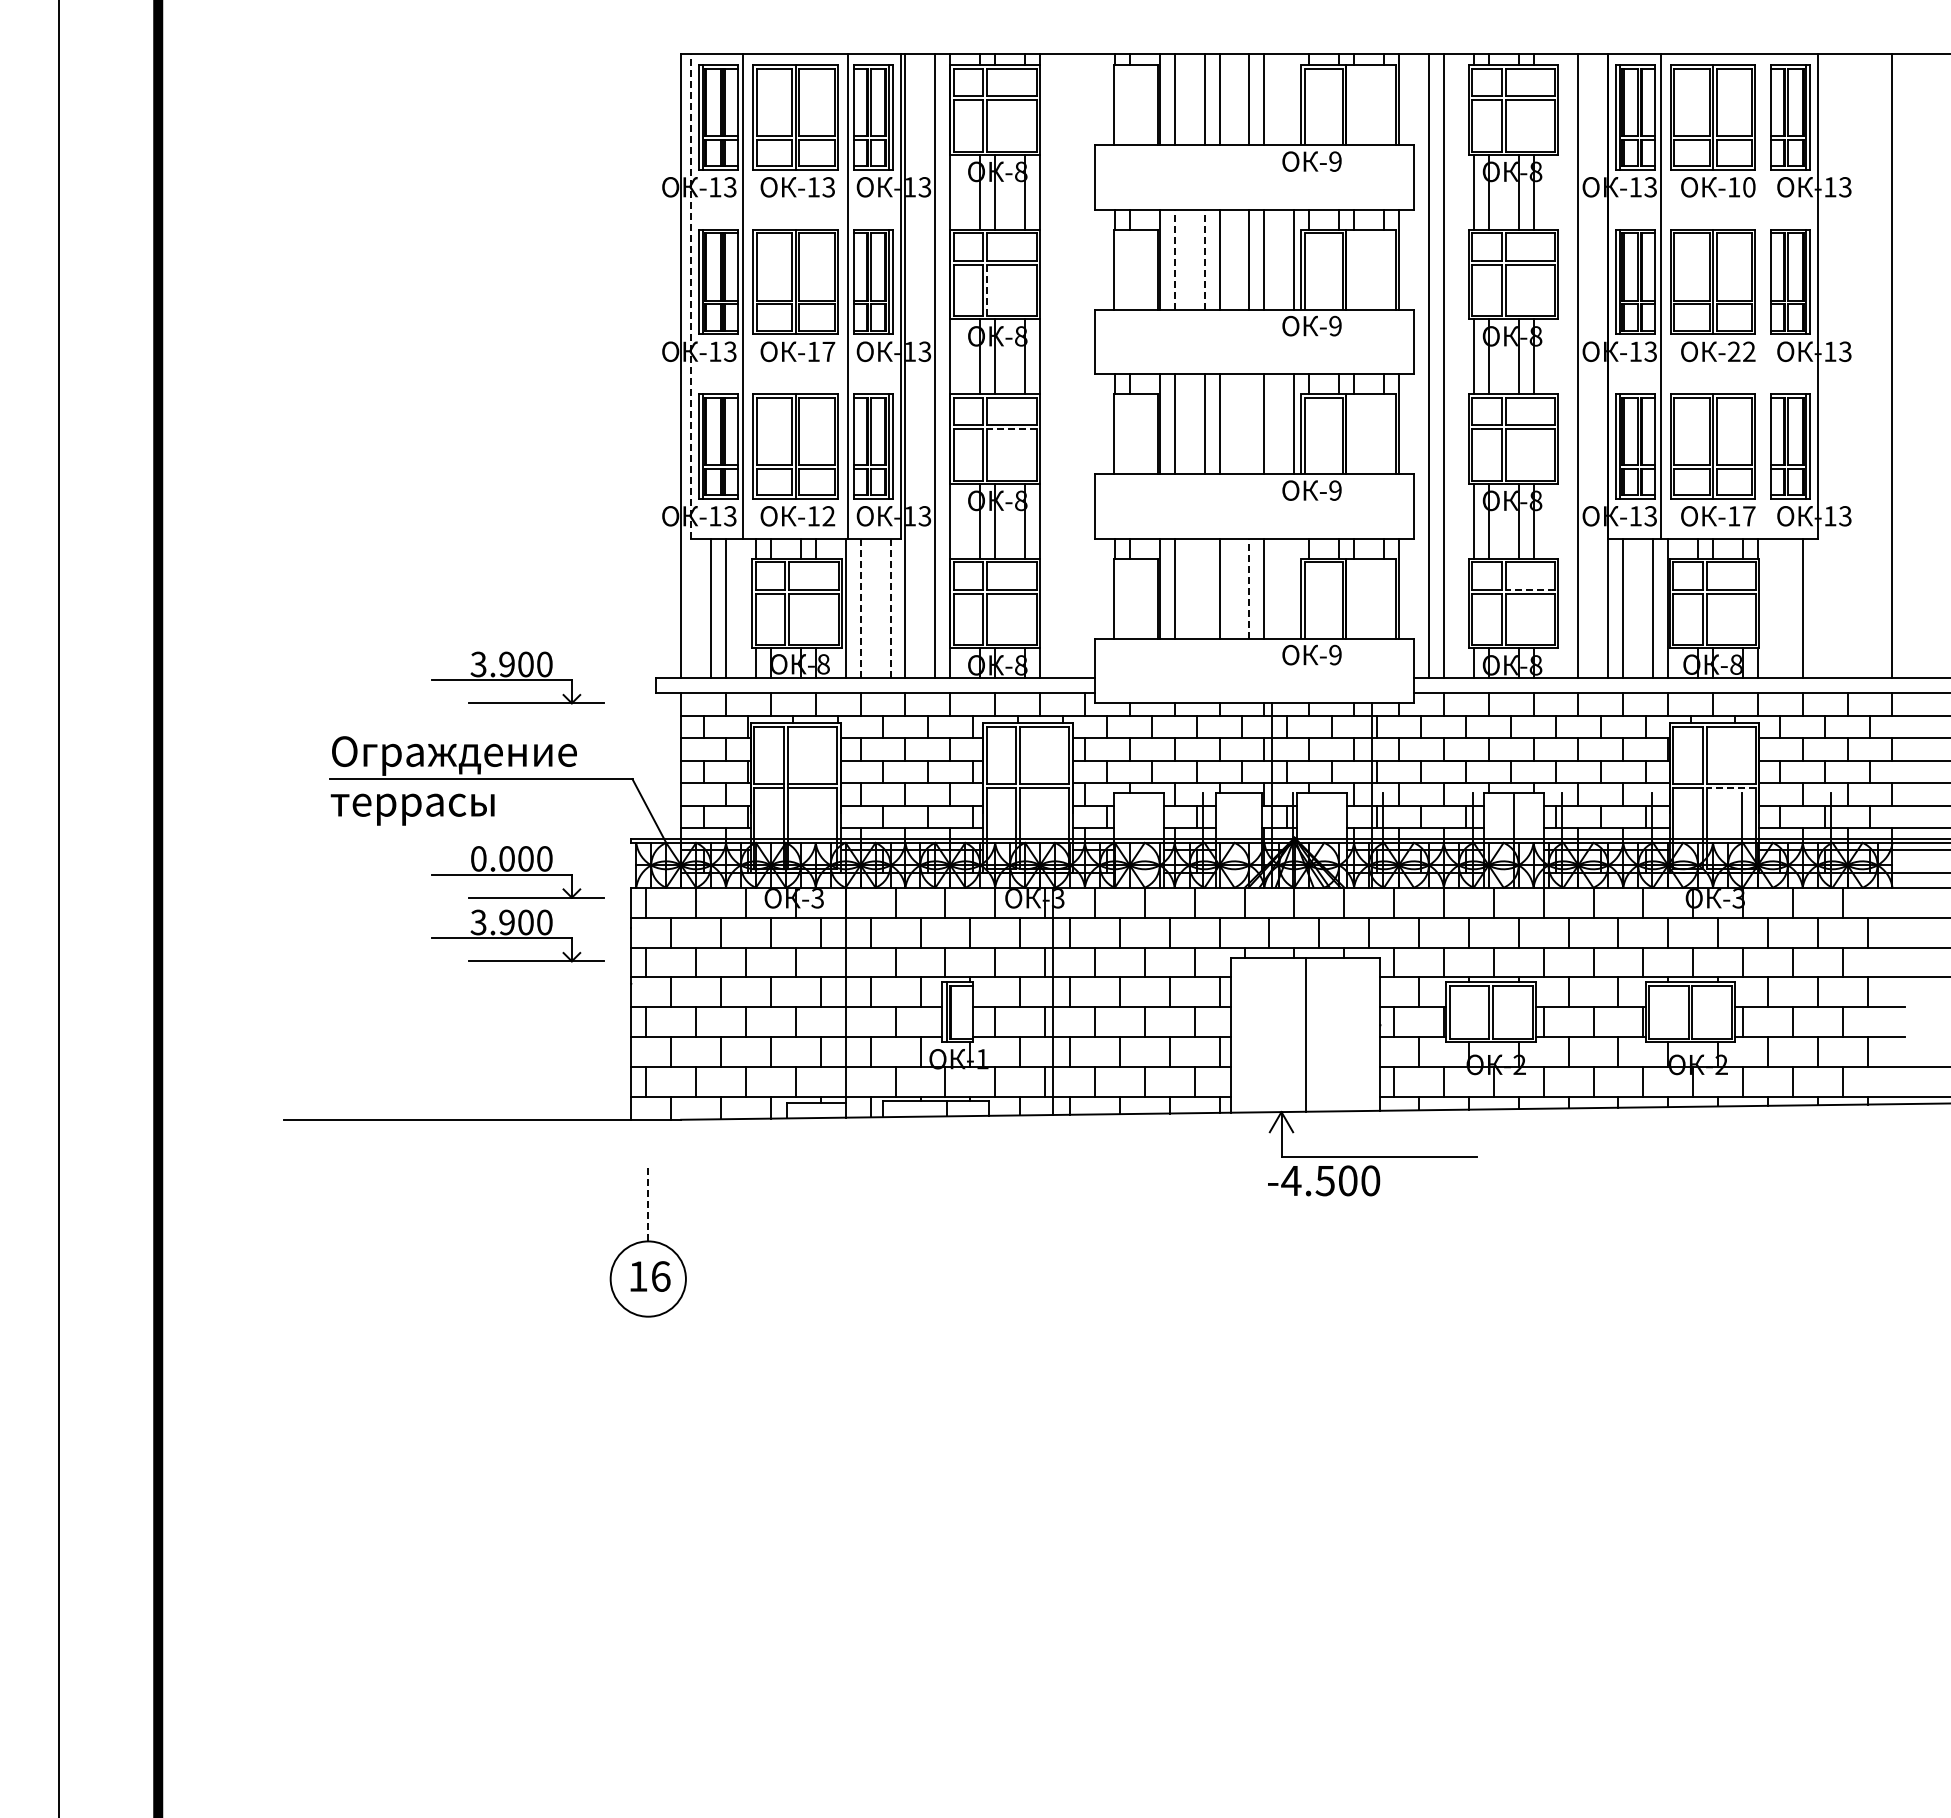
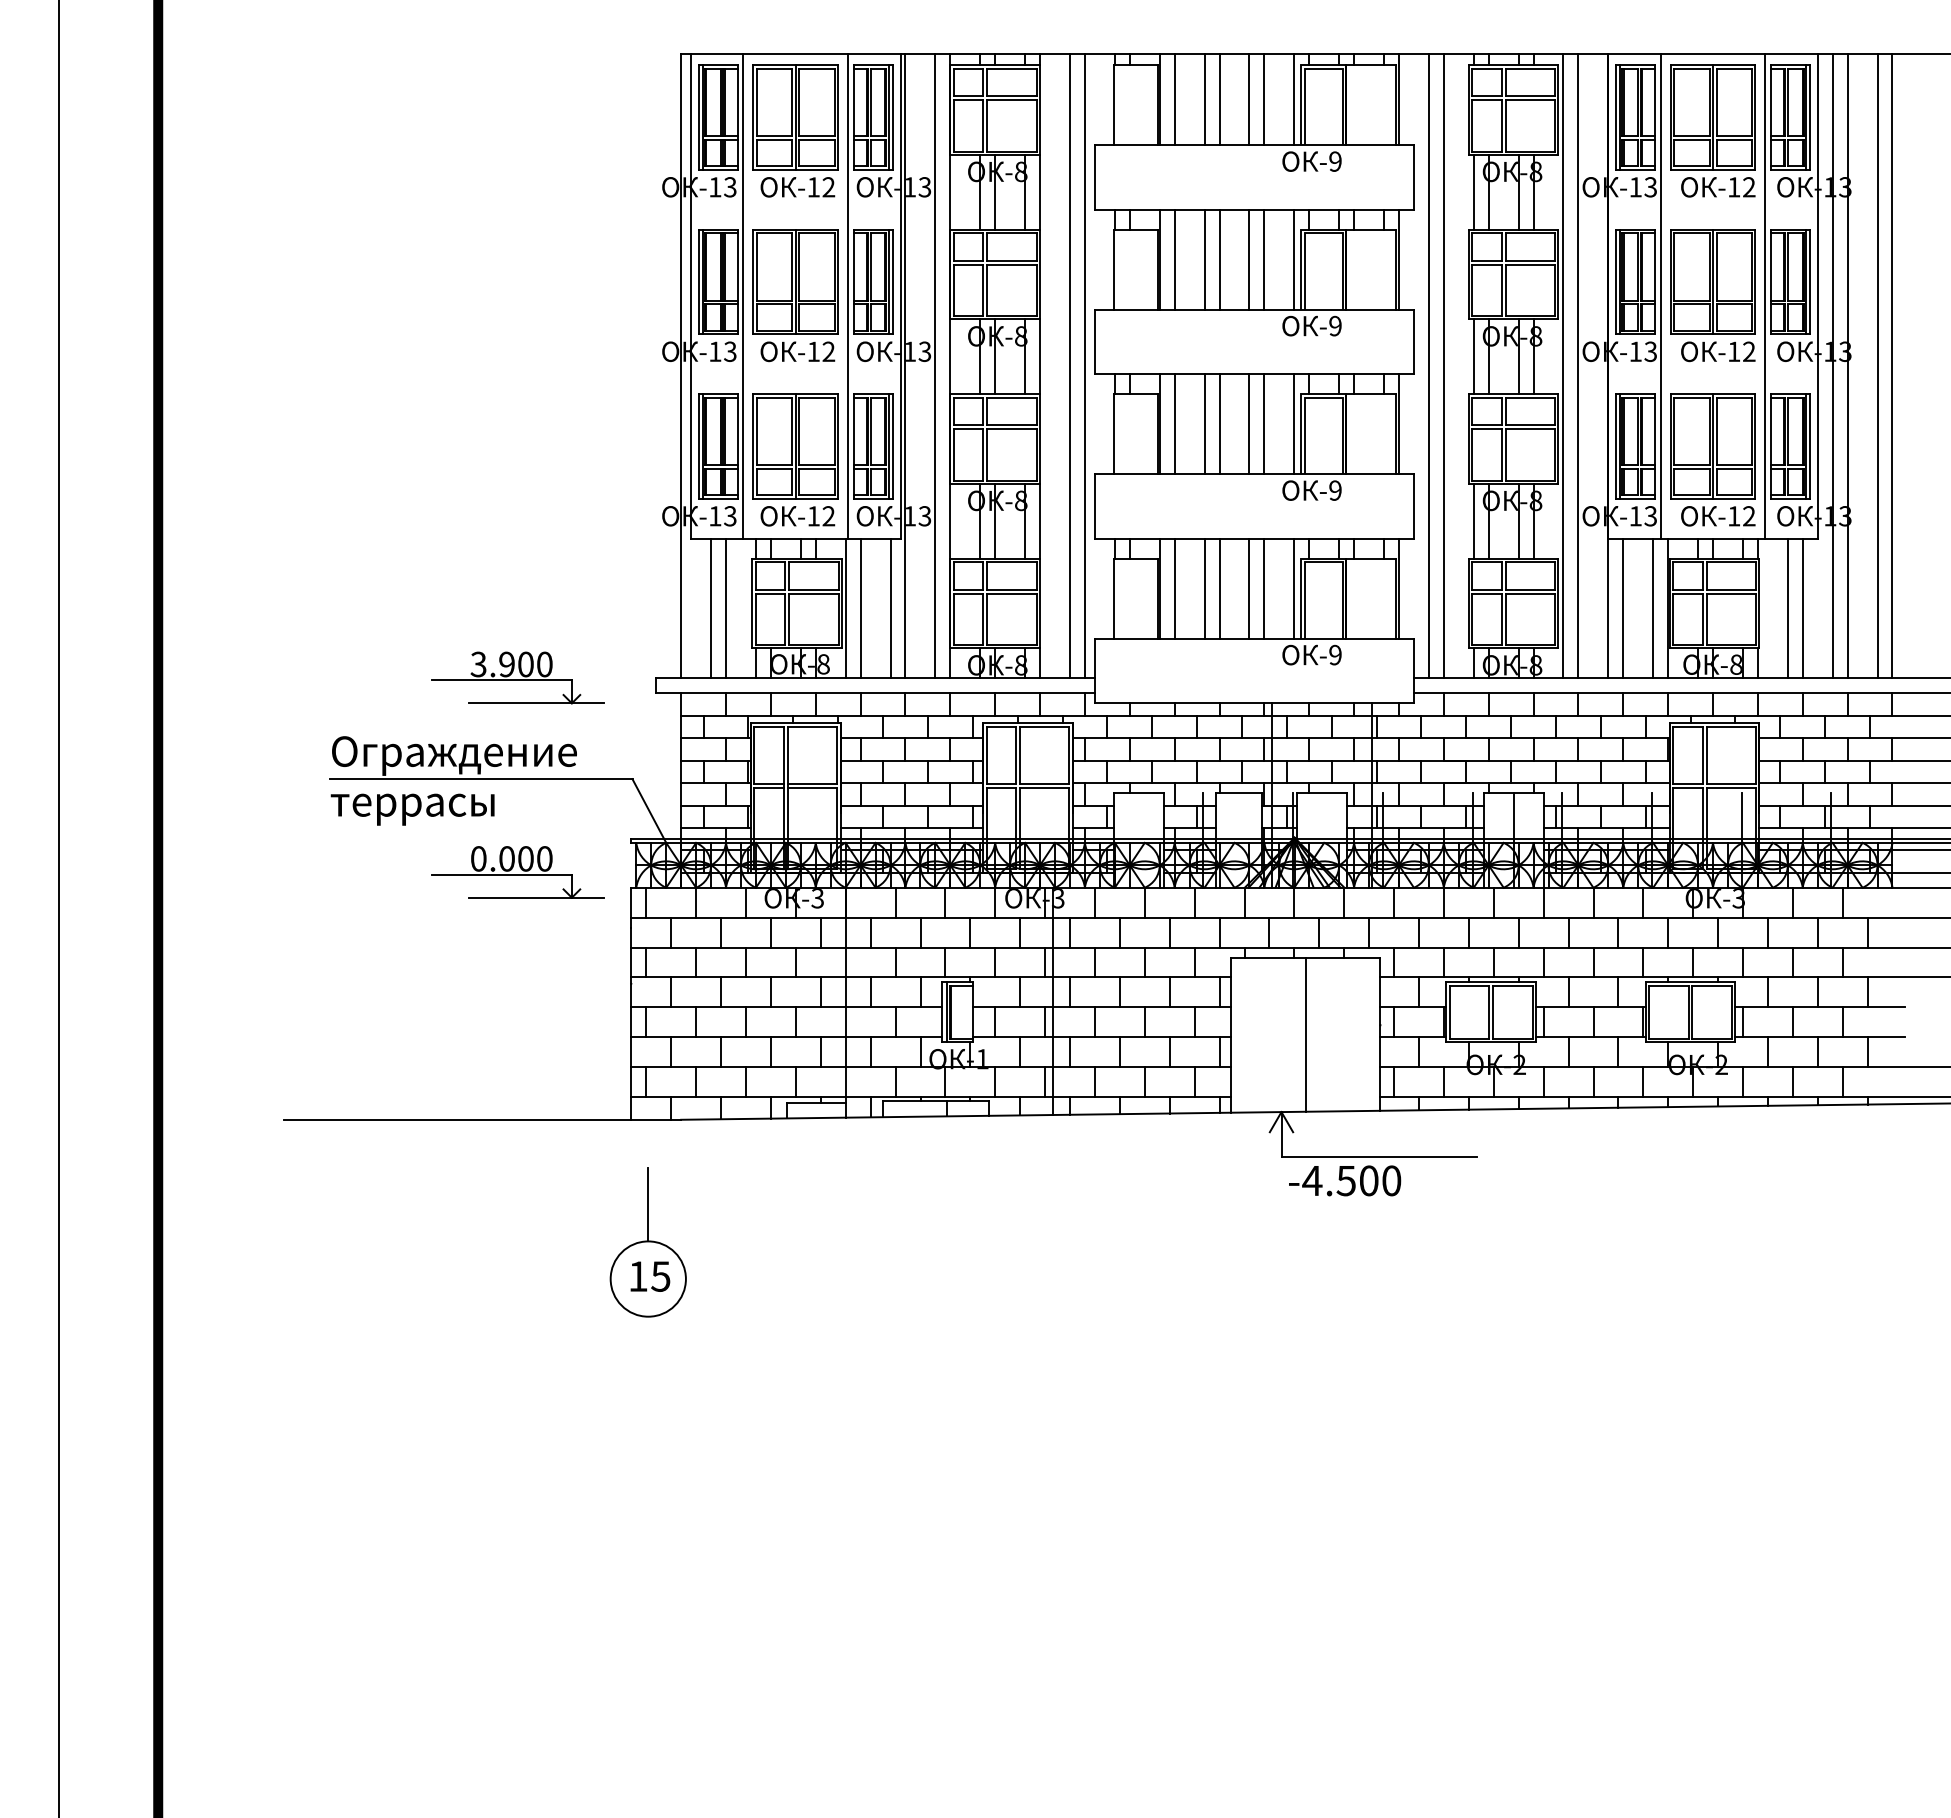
line at (1294, 99): none -> present
text at (828, 187): -13 -> -12
text at (1749, 187): -10 -> -12
line at (1174, 259): dashed -> solid
line at (1204, 259): dashed -> solid
line at (987, 290): dashed -> solid
line at (691, 296): dashed -> solid
line at (1765, 296): none -> present
text at (828, 351): -17 -> -12
text at (1734, 351): -22 -> -12
line at (1069, 366): none -> present
line at (1084, 366): none -> present
line at (1563, 366): none -> present
line at (1832, 366): none -> present
line at (1847, 366): none -> present
line at (1877, 366): none -> present
line at (1249, 424): none -> present
line at (1011, 429): dashed -> solid
text at (1749, 516): -17 -> -12
line at (1204, 588): none -> present
line at (1249, 588): dashed -> solid
line at (1294, 588): none -> present
line at (1530, 589): dashed -> solid
line at (860, 608): dashed -> solid
line at (890, 608): dashed -> solid
line at (1787, 608): none -> present
line at (1731, 788): dashed -> solid
part at (517, 935): present -> none
text at (1324, 1180) position: (1324, 1180) -> (1345, 1180)
line at (648, 1204): dashed -> solid
text at (660, 1276): 16 -> 15
